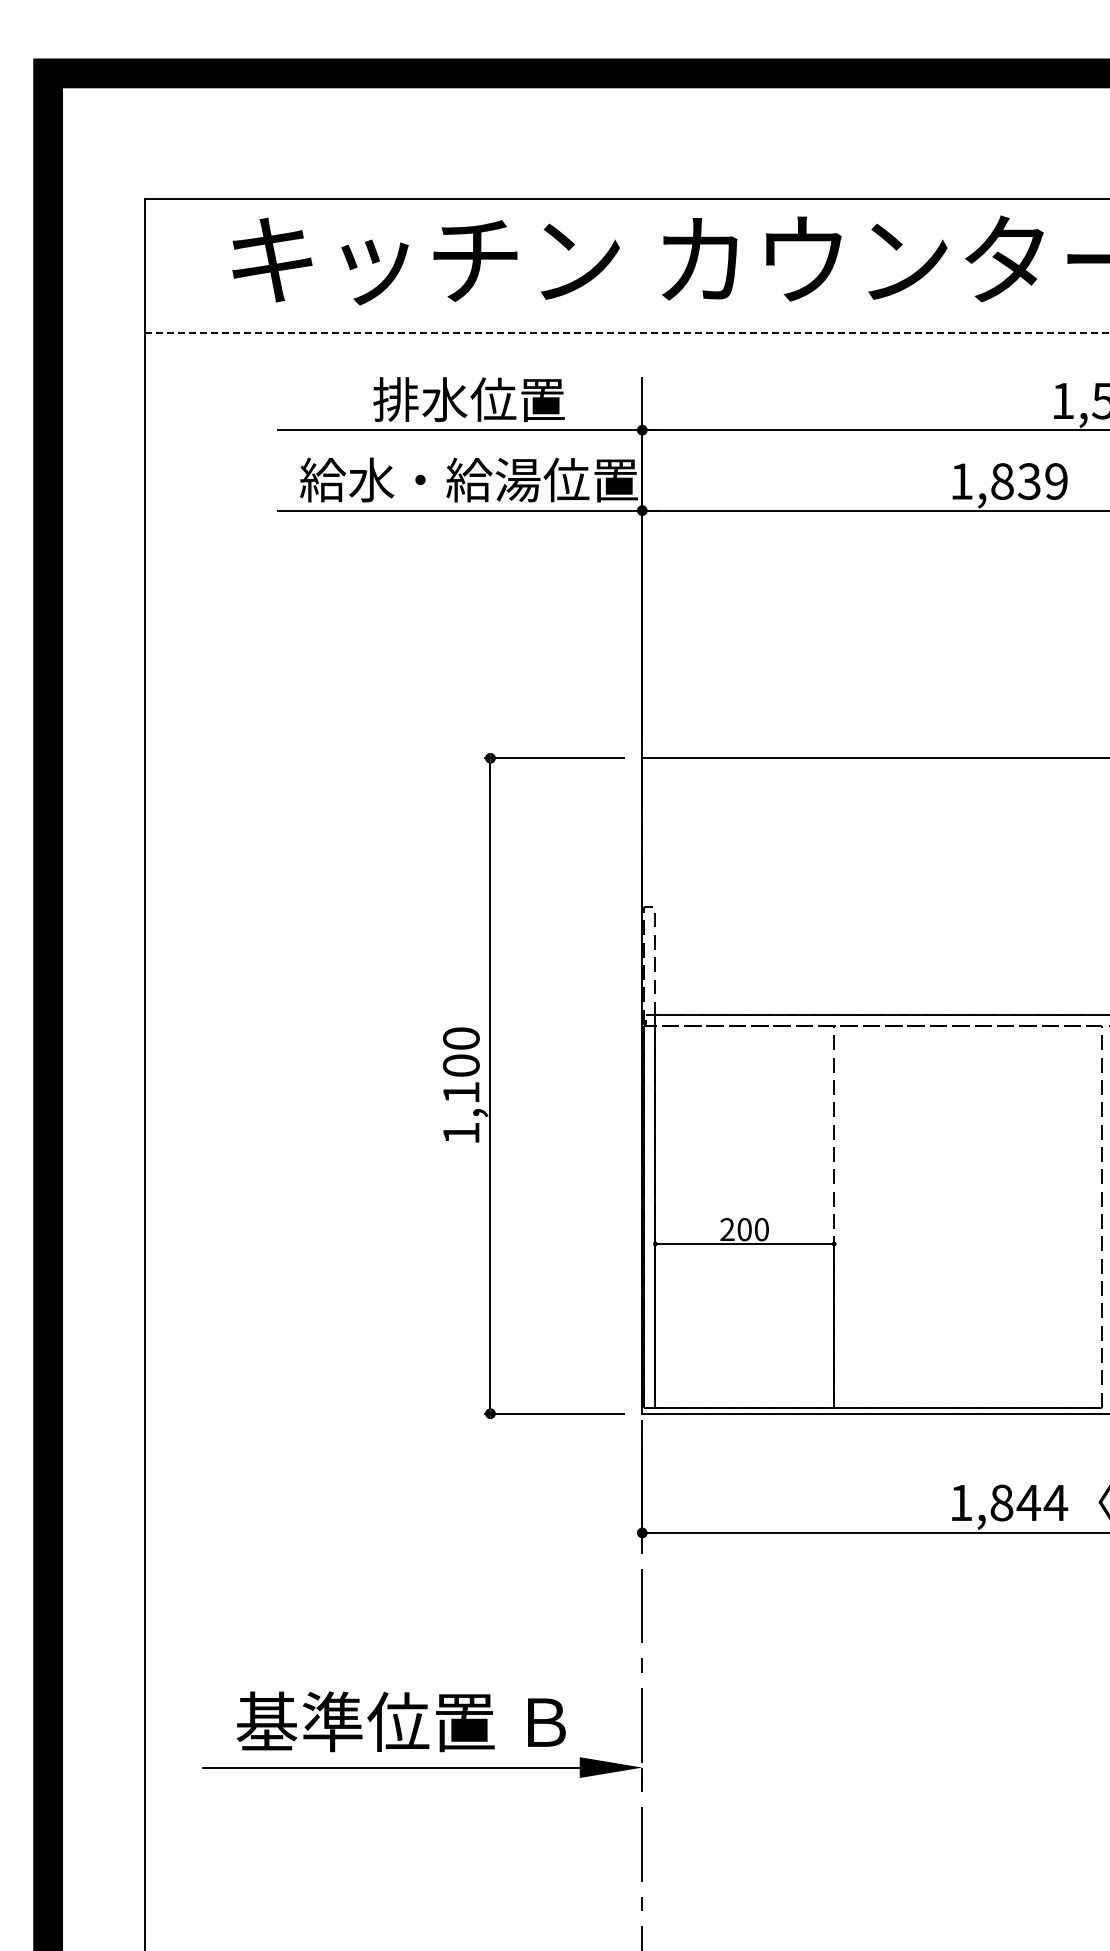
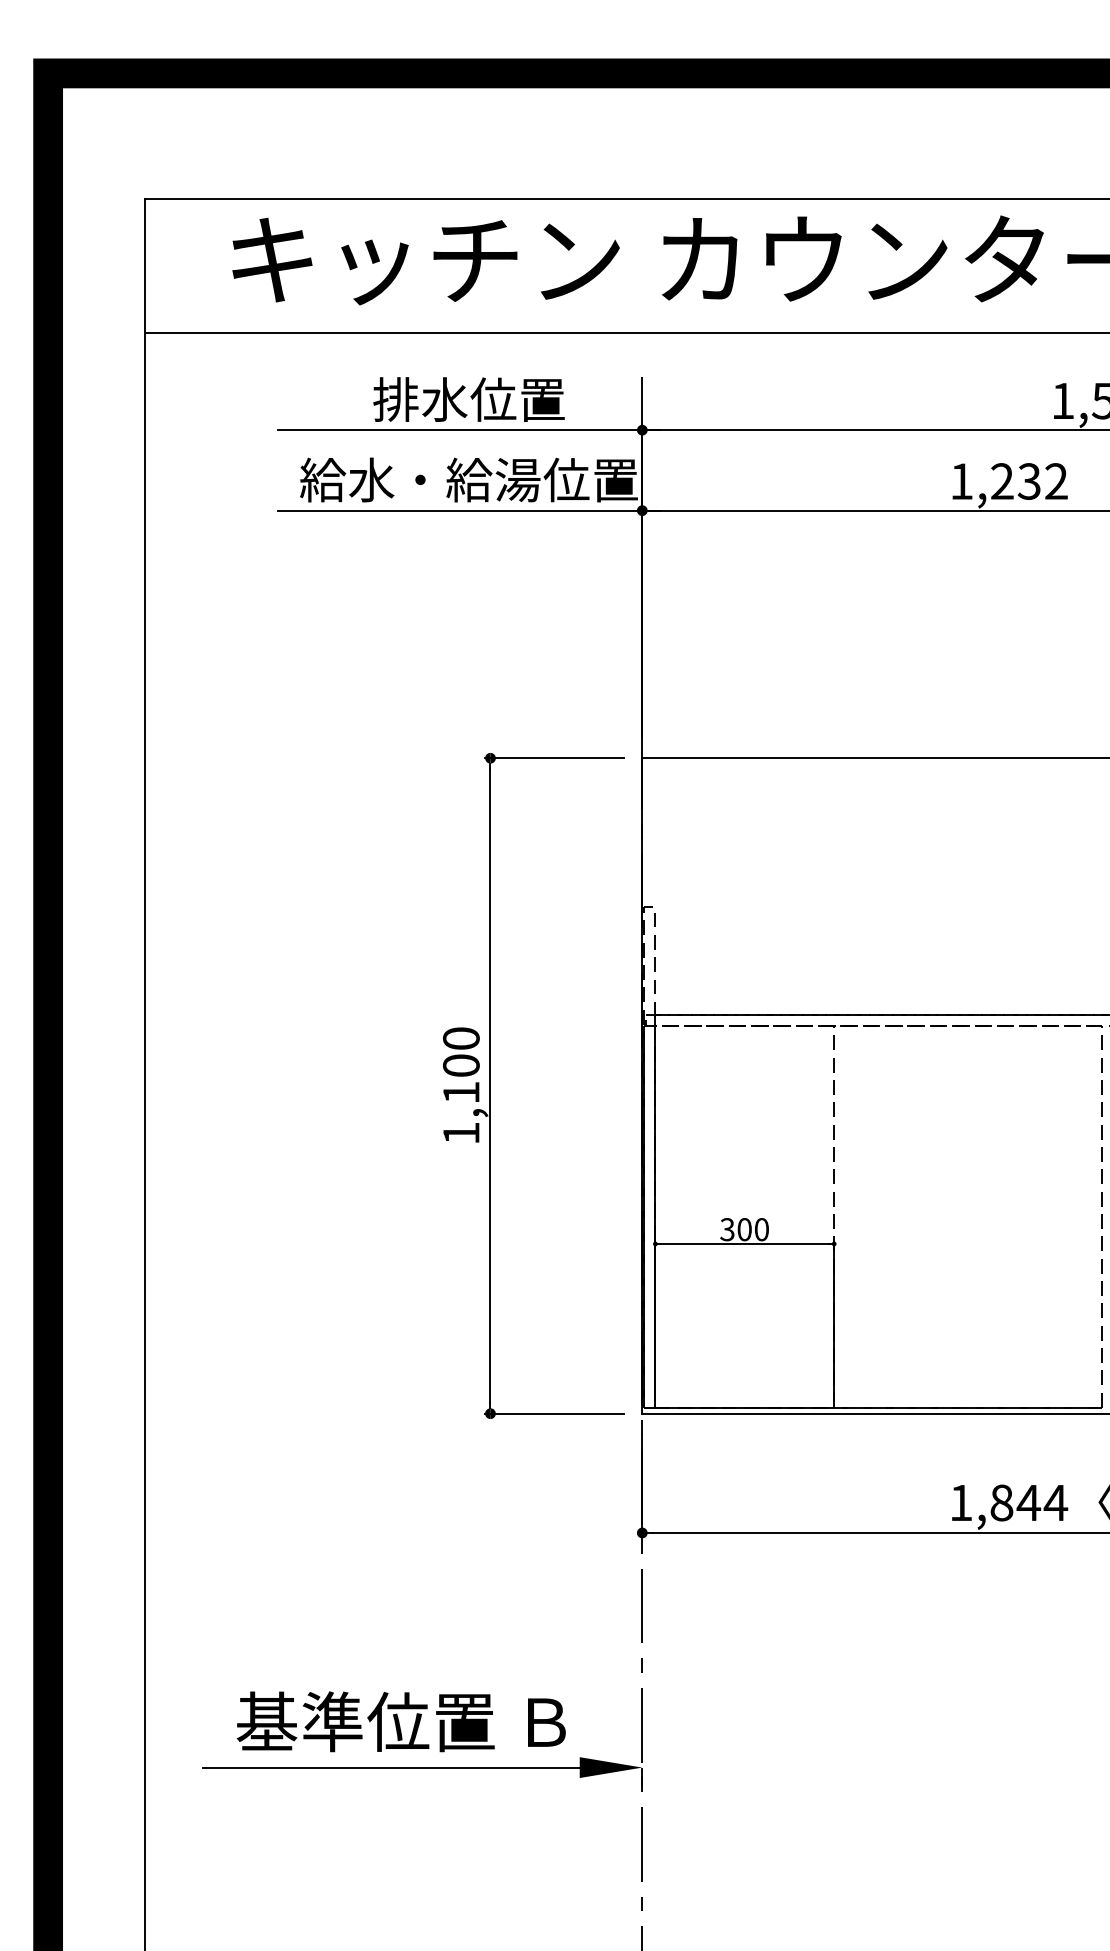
line at (627, 333): dashed -> solid
text at (1029, 481): 1,839 -> 1,232
text at (727, 1229): 200 -> 300
